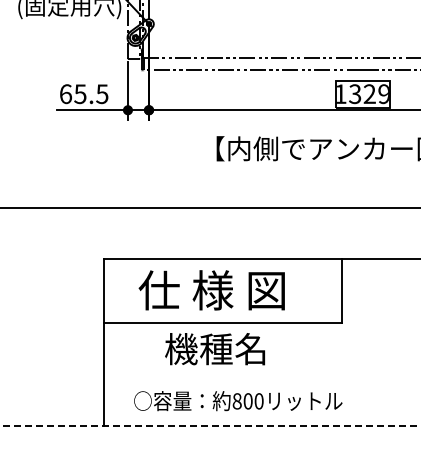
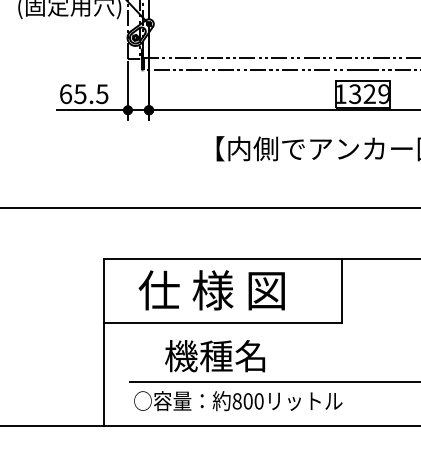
text at (214, 349) position: (214, 349) -> (214, 356)
line at (273, 381): none -> present
line at (210, 426): dashed -> solid
